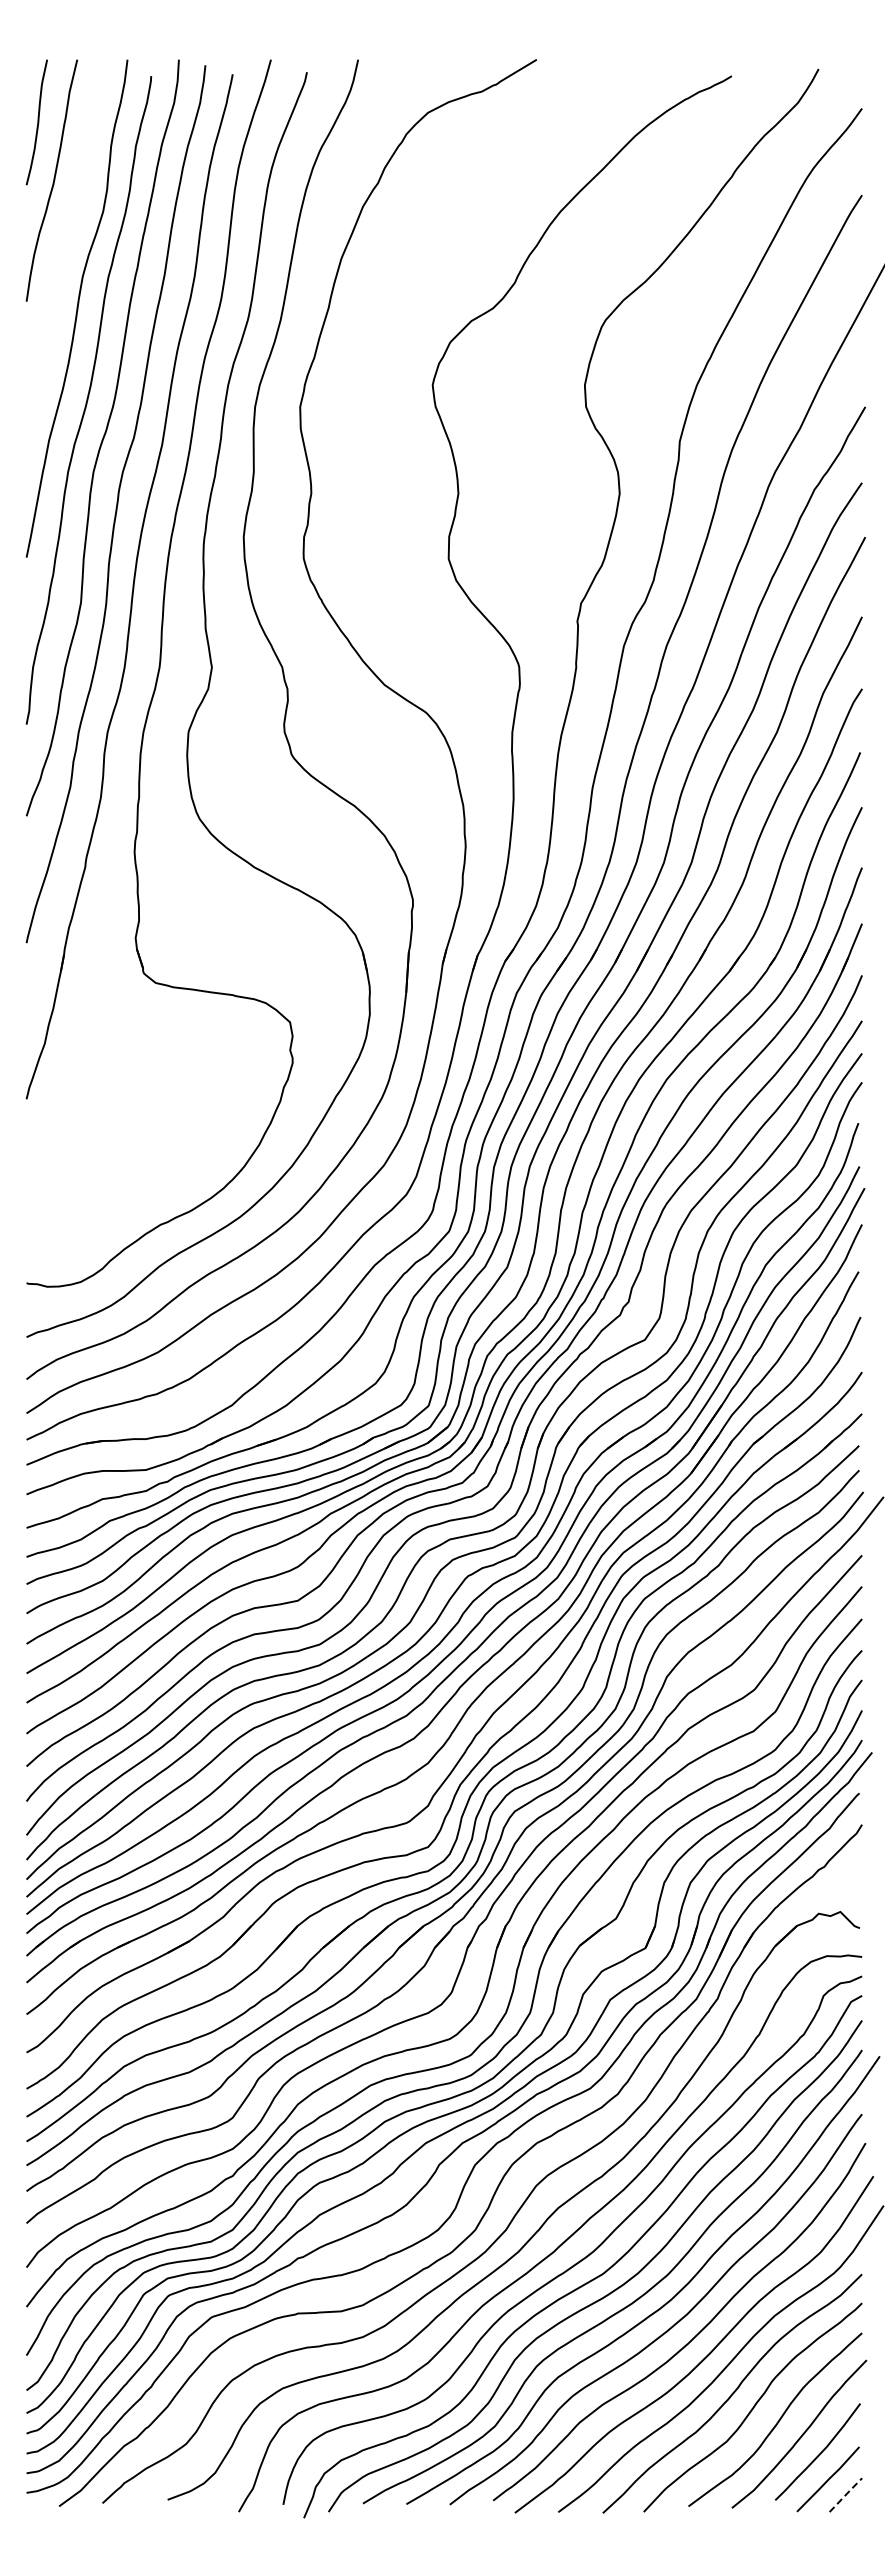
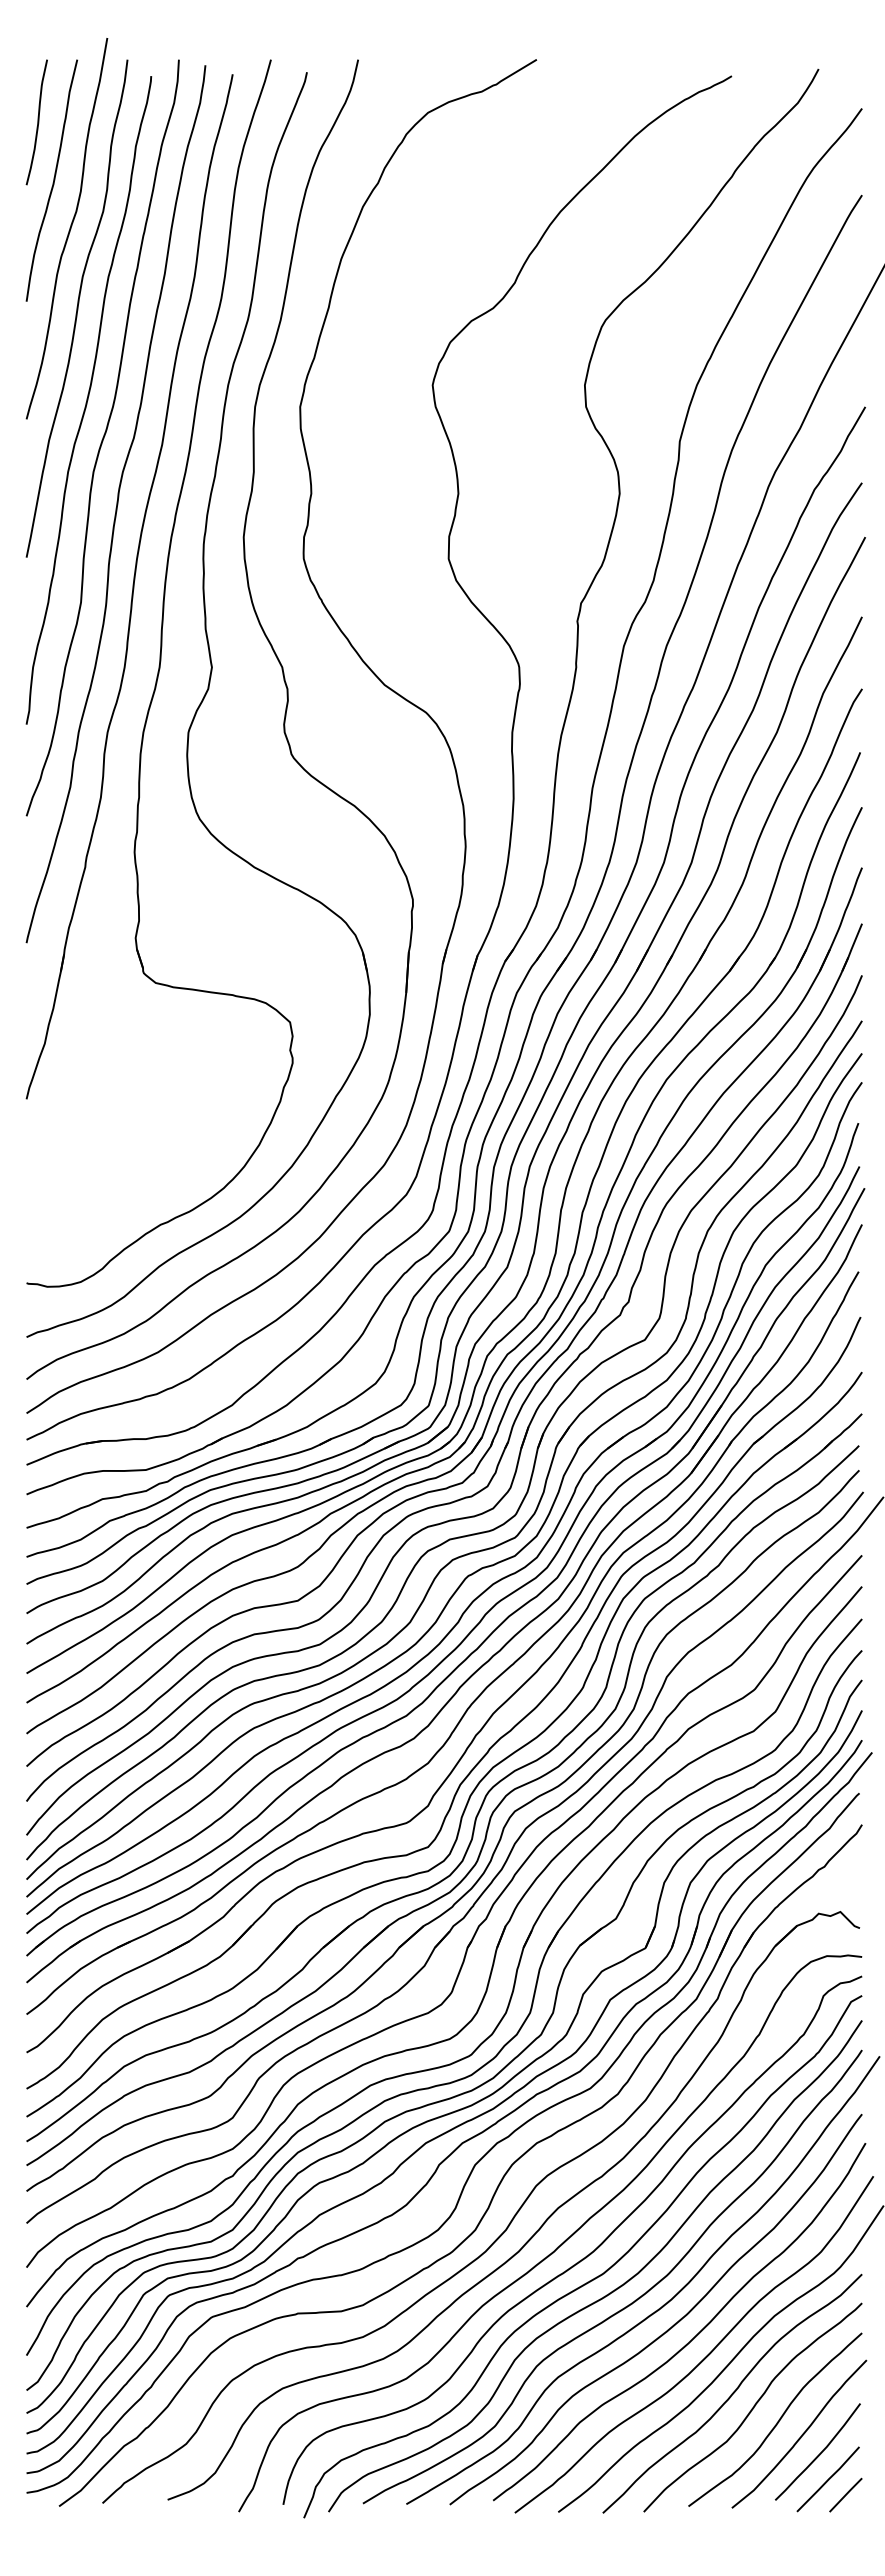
curve at (68, 230): none -> present
line at (846, 2494): dashed -> solid
